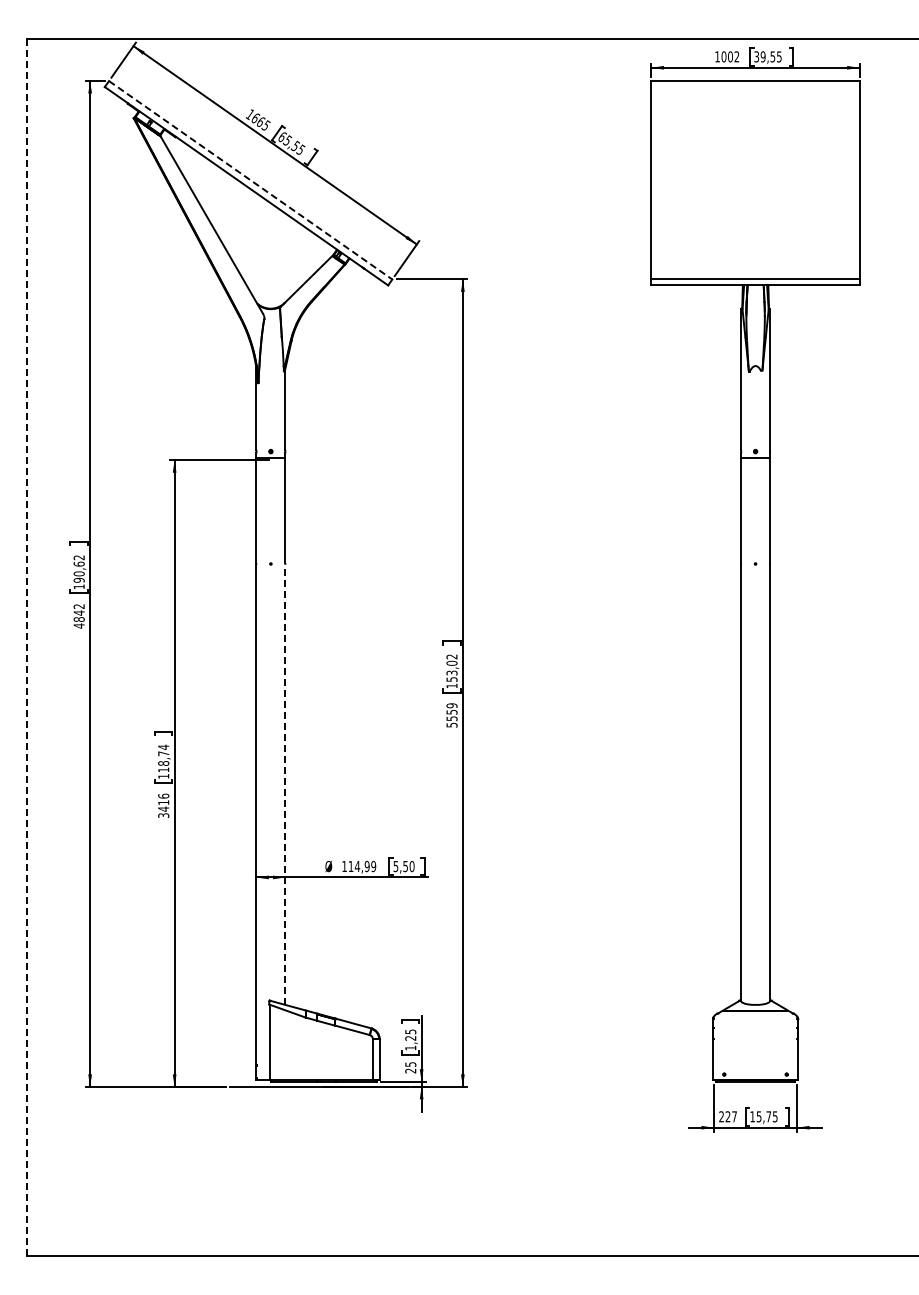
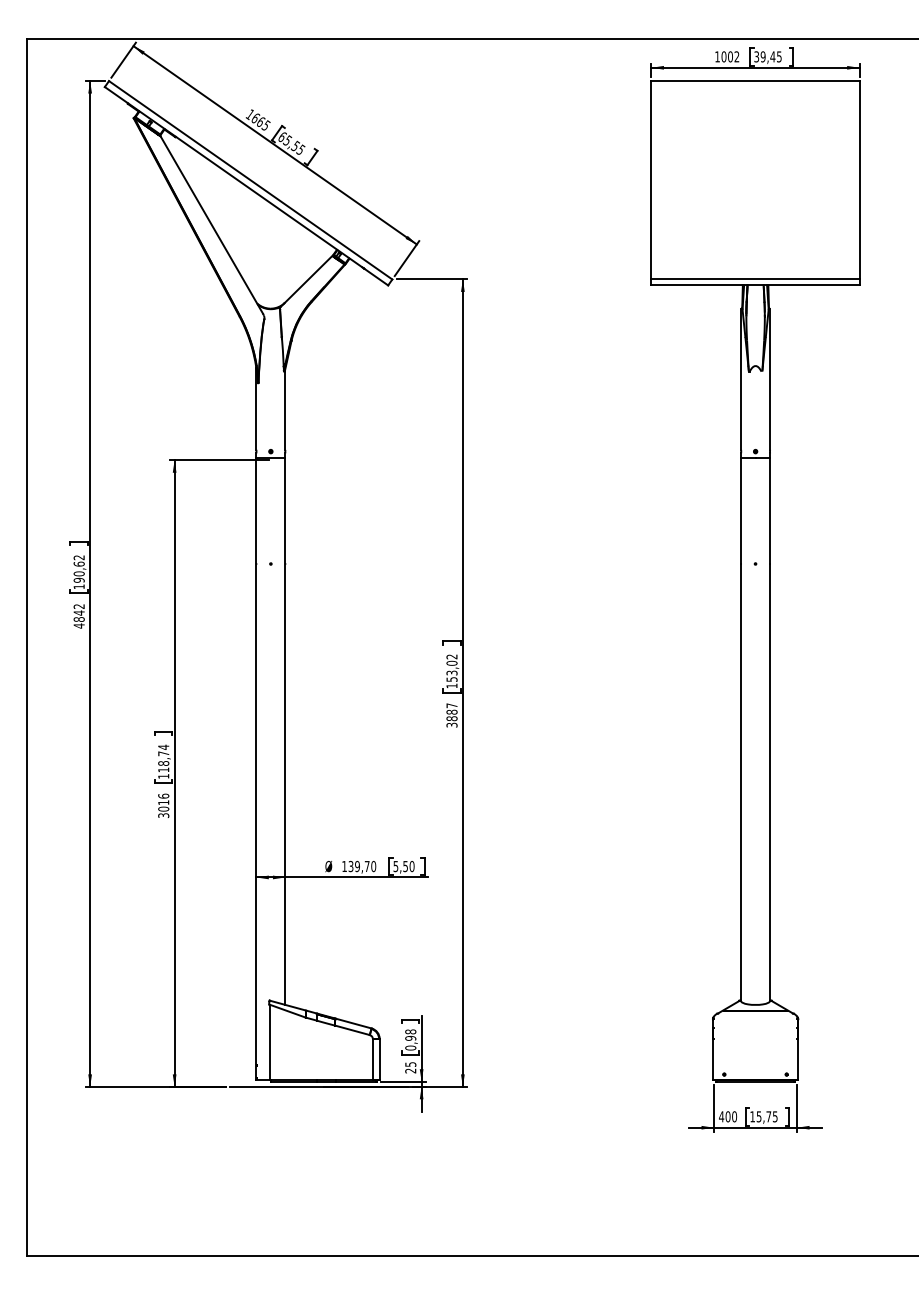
text at (772, 56): 39,55 -> 39,45
line at (250, 180): dashed -> solid
line at (27, 647): dashed -> solid
text at (451, 715): 5559 -> 3887
line at (285, 784): dashed -> solid
text at (163, 808): 3416 -> 3016
text at (362, 866): 114,99 -> 139,70
text at (410, 1039): 1,25 -> 0,98
text at (728, 1116): 227 -> 400
